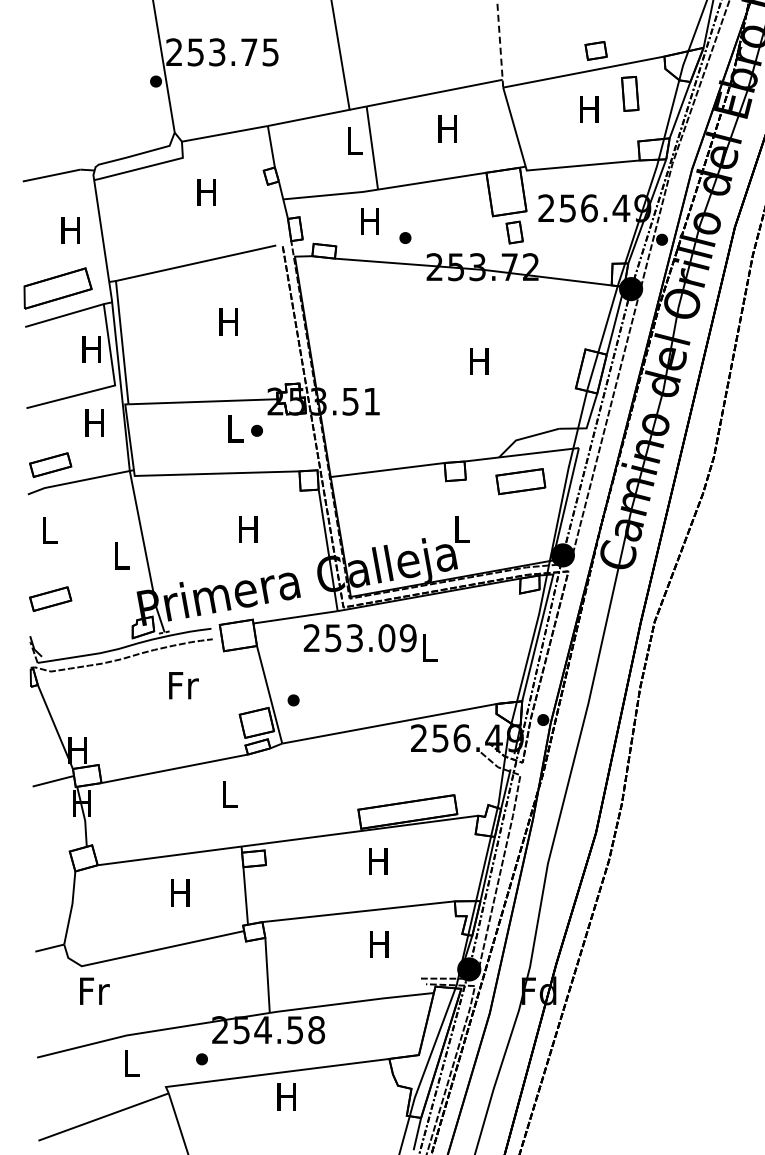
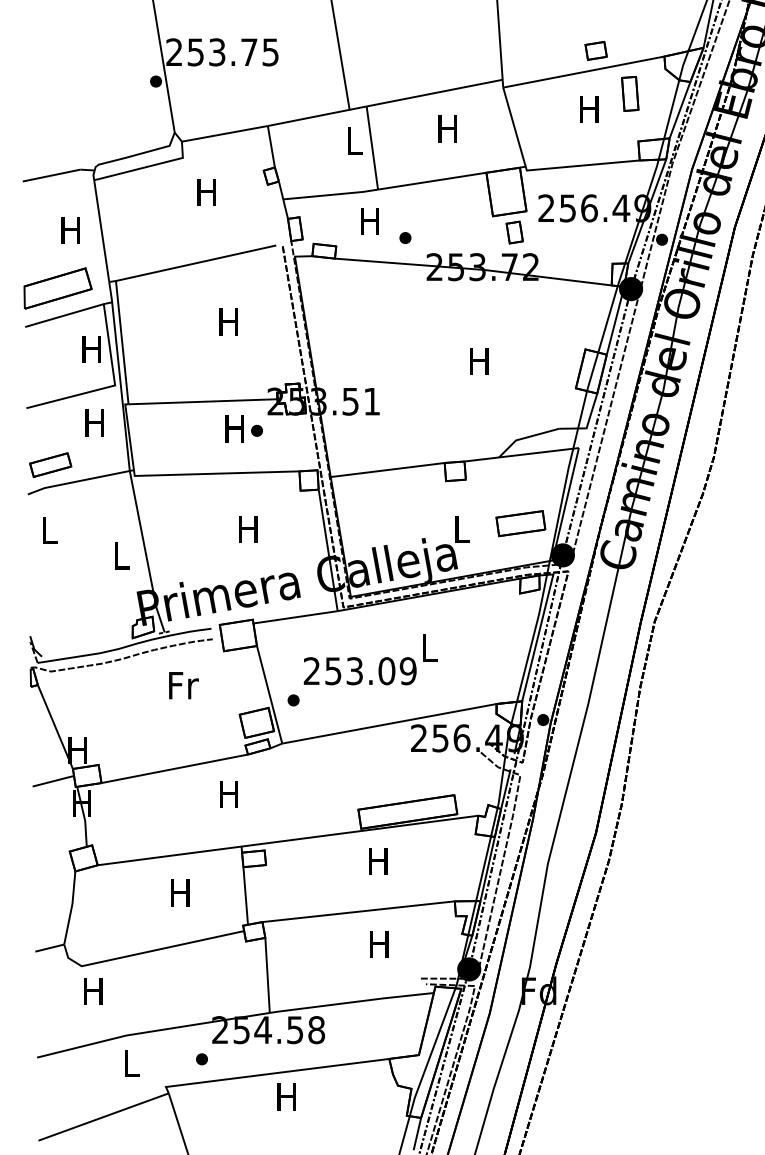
line at (500, 44): dashed -> solid
text at (234, 428): L -> H
part at (520, 481) position: (520, 481) -> (520, 523)
part at (50, 598): present -> none
text at (359, 638) position: (359, 638) -> (359, 671)
text at (228, 794): L -> H
text at (94, 990): Fr -> H
